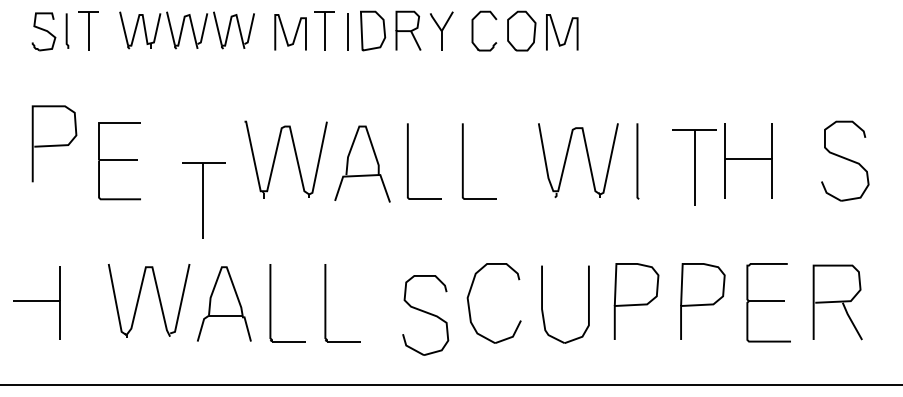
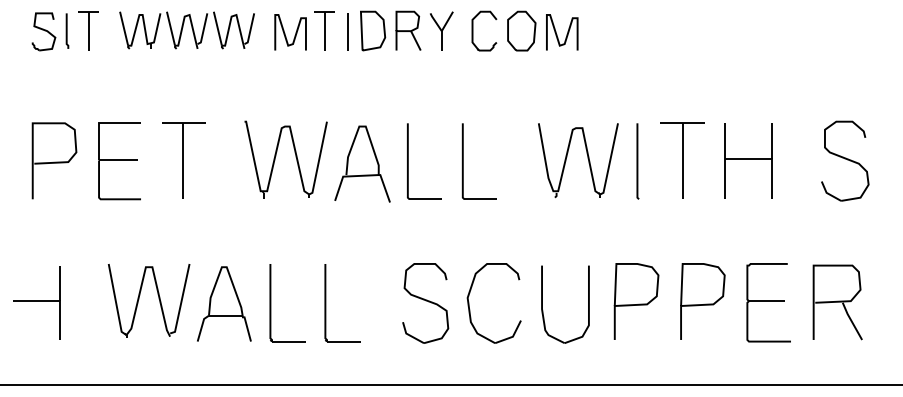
curve at (54, 144) position: (54, 144) -> (54, 161)
part at (694, 167) position: (694, 167) -> (682, 160)
part at (203, 200) position: (203, 200) -> (183, 160)
part at (425, 315) position: (425, 315) -> (425, 303)
